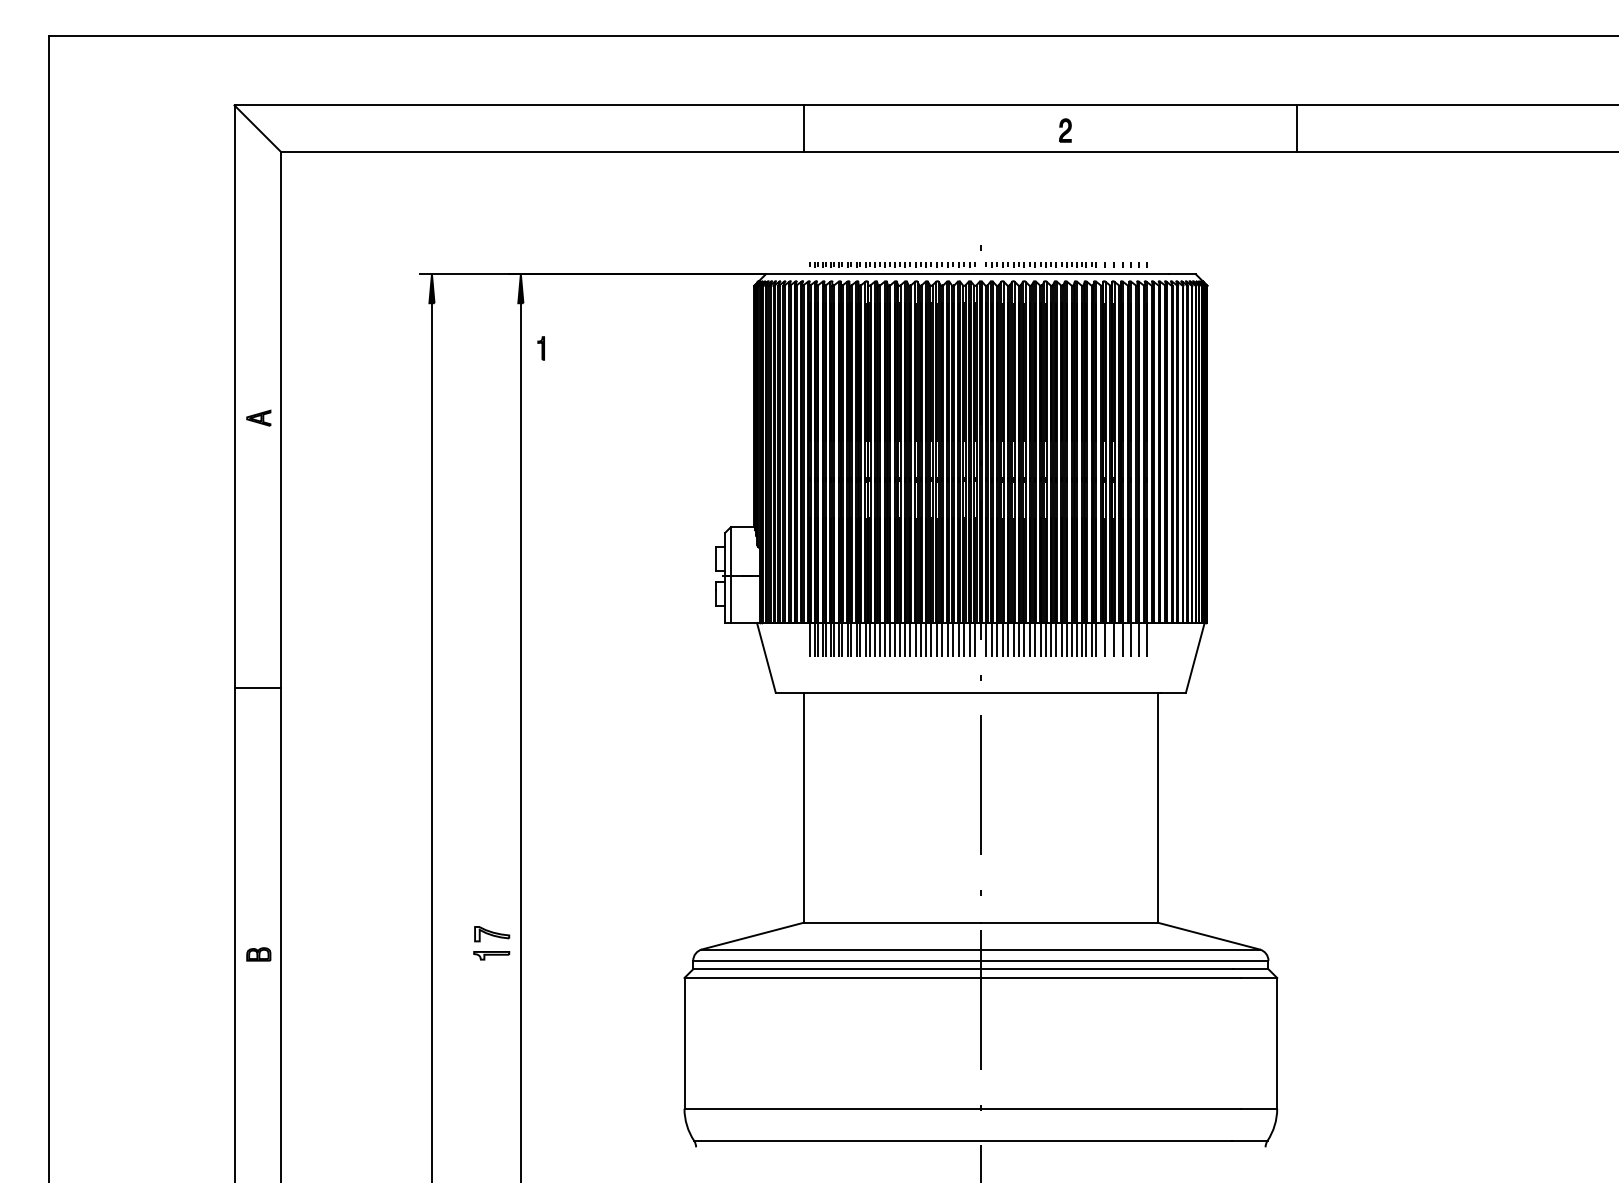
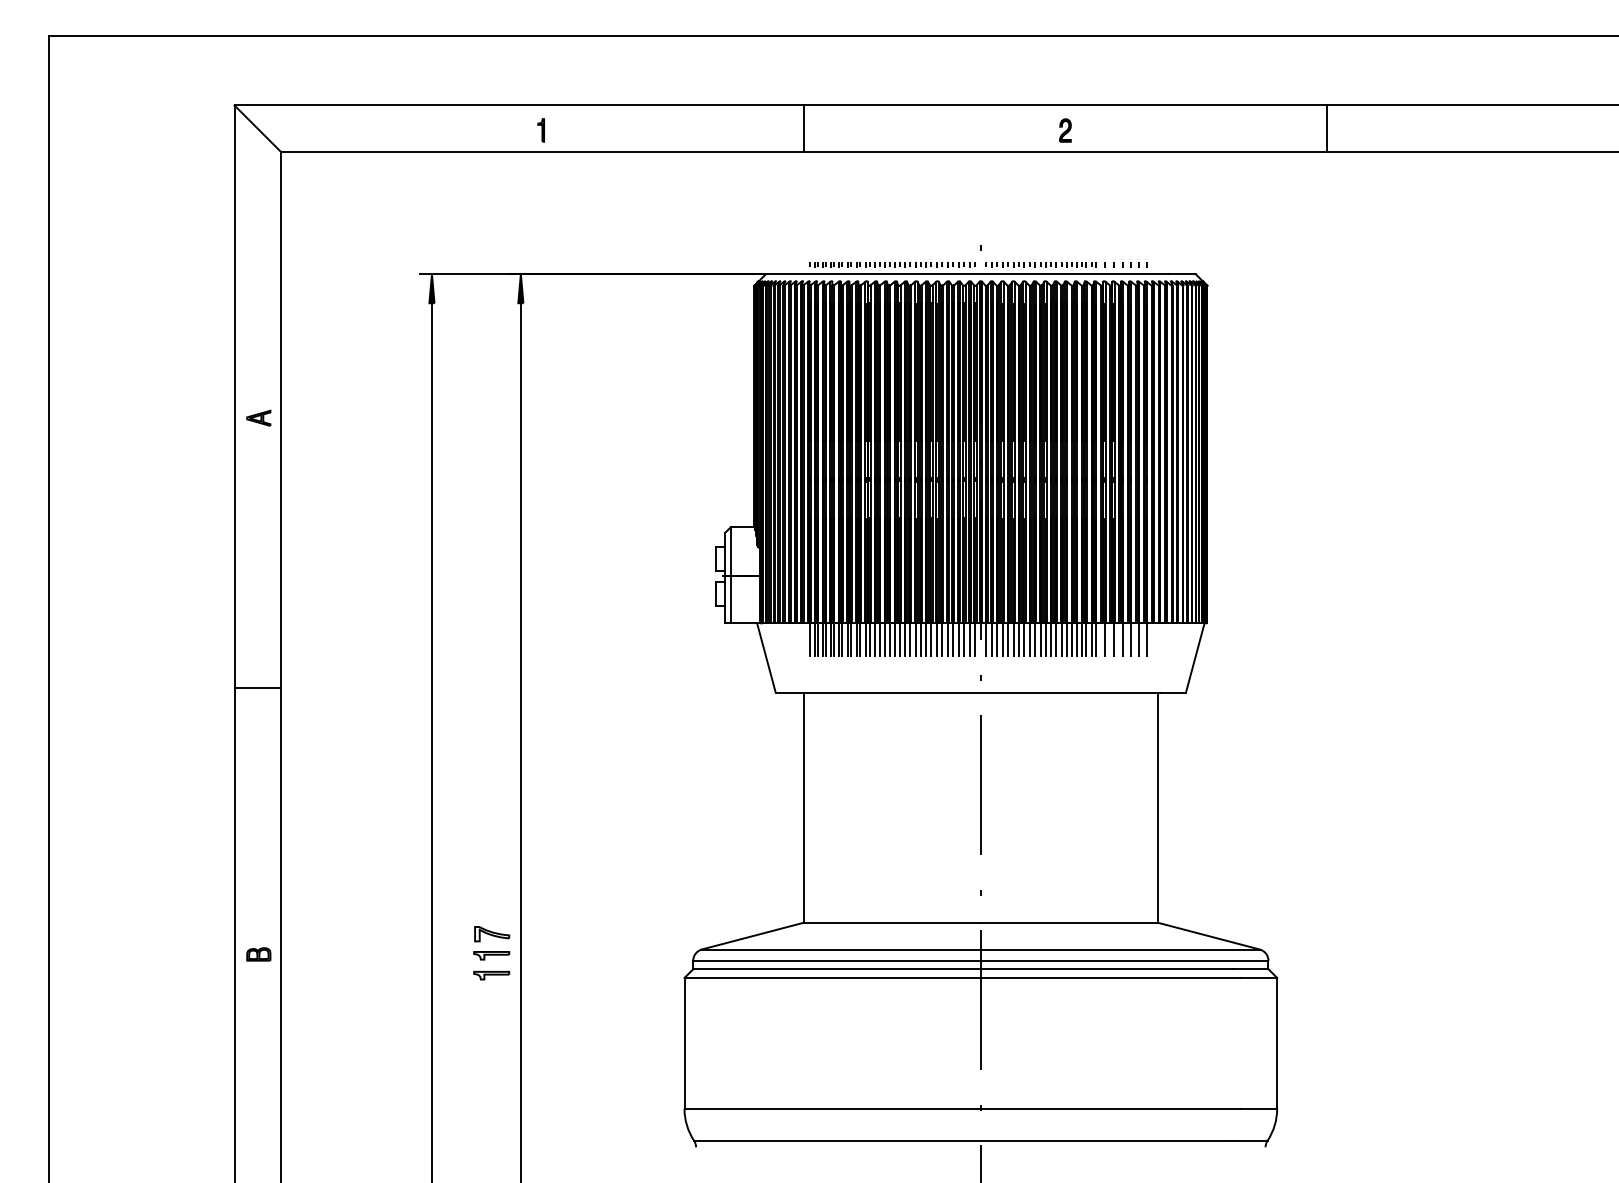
line at (1296, 128) position: (1296, 128) -> (1326, 128)
part at (540, 348) position: (540, 348) -> (540, 130)
part at (491, 975): none -> present
